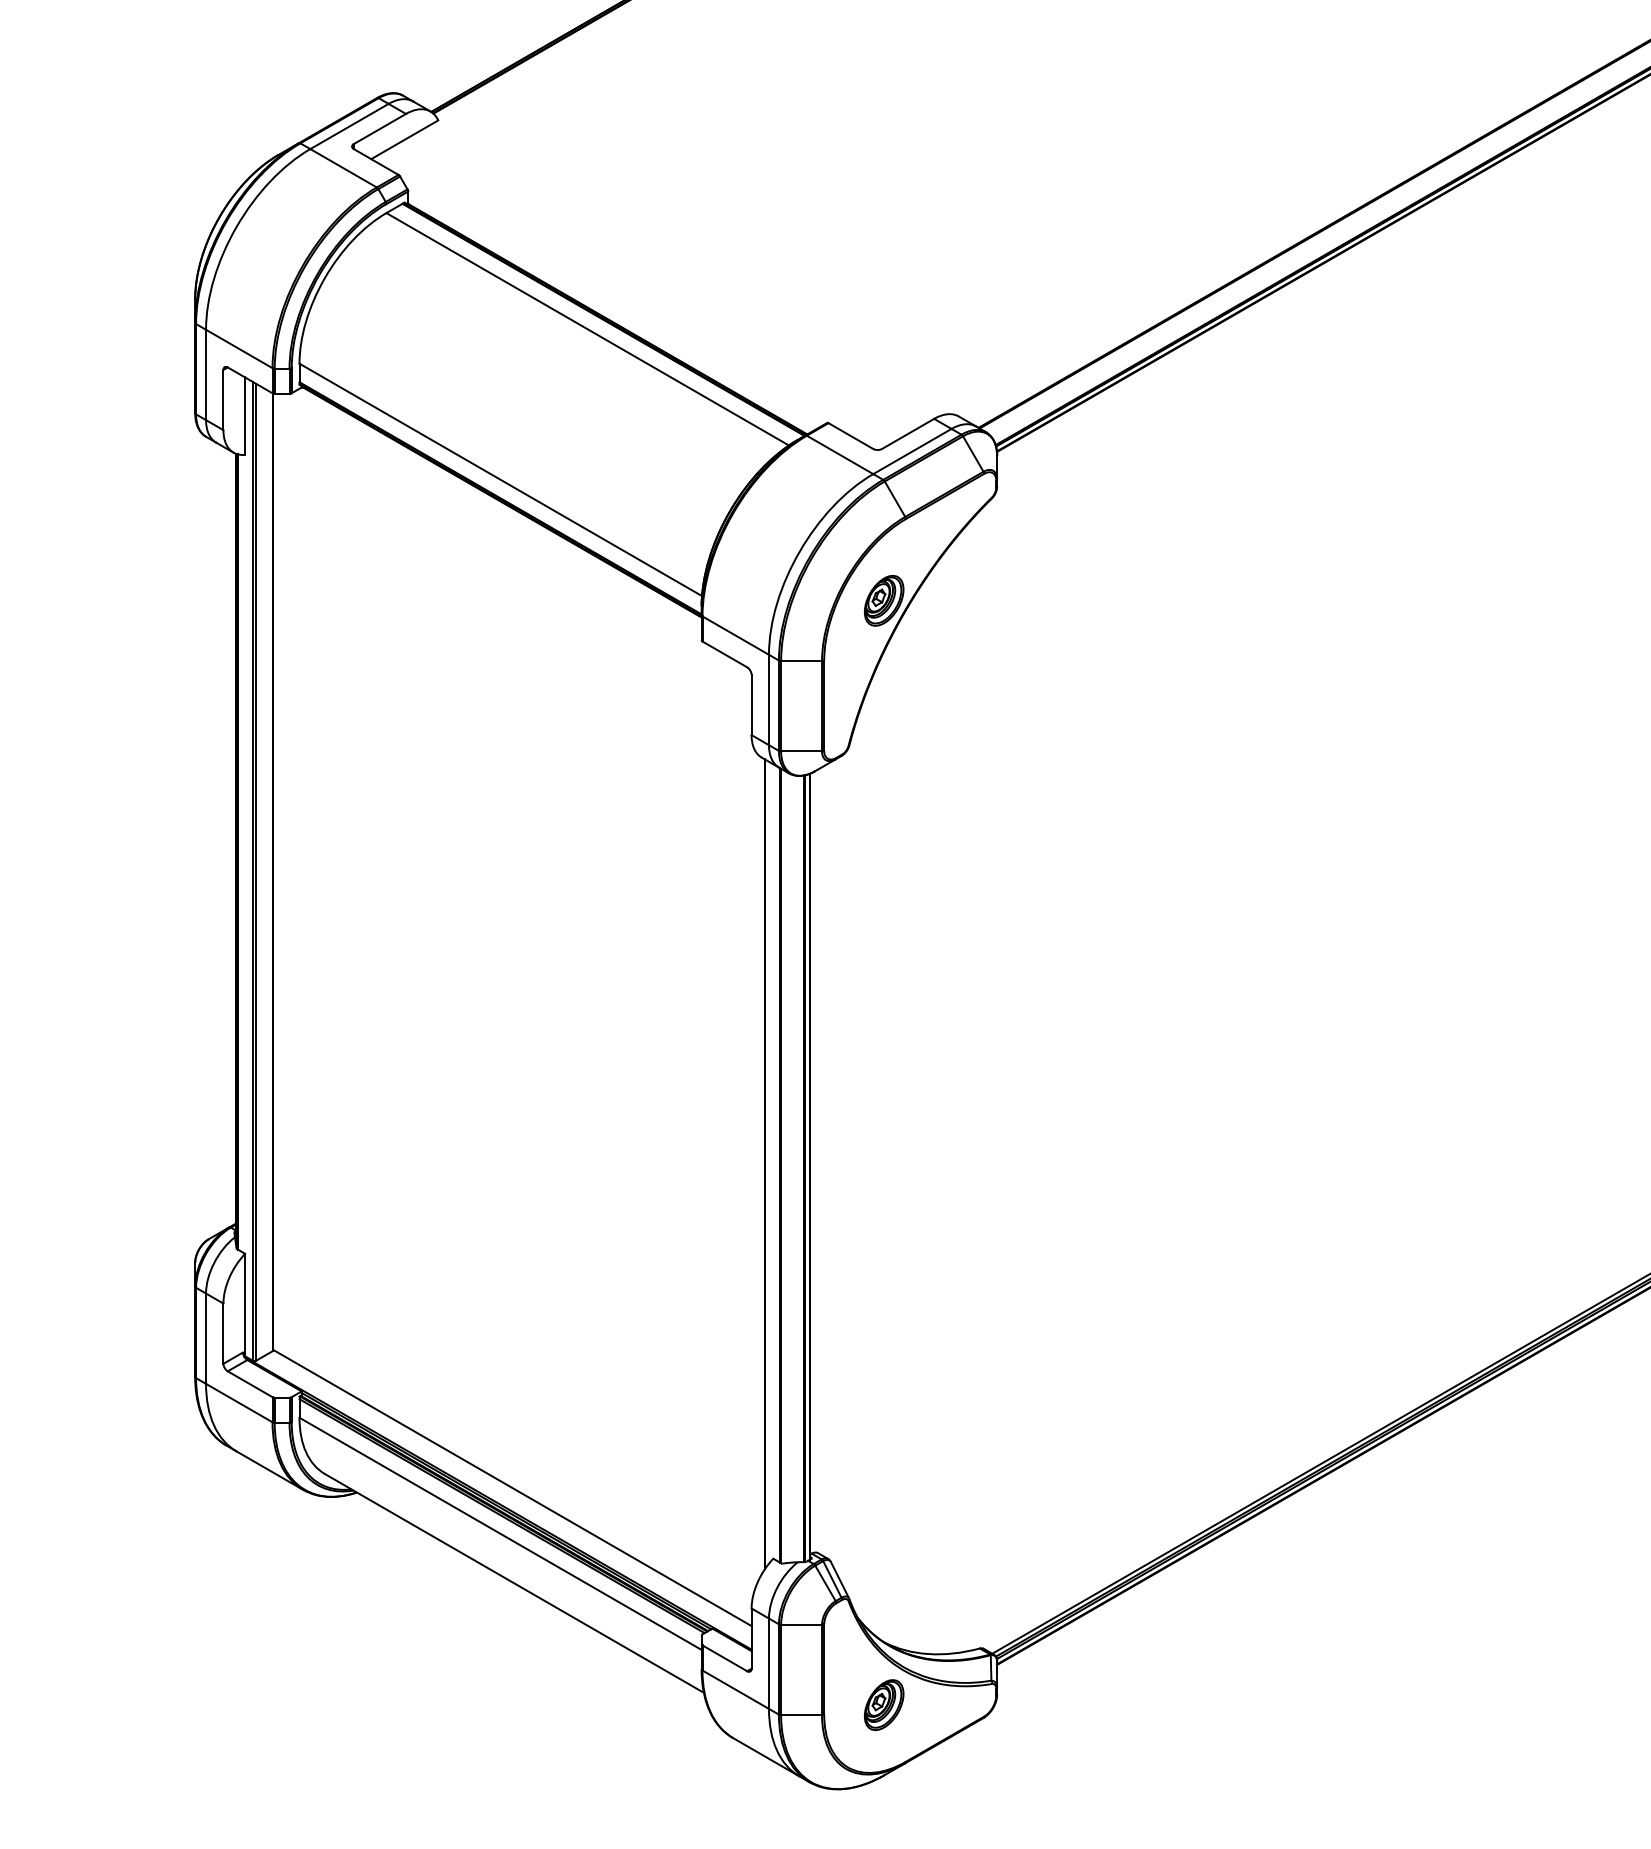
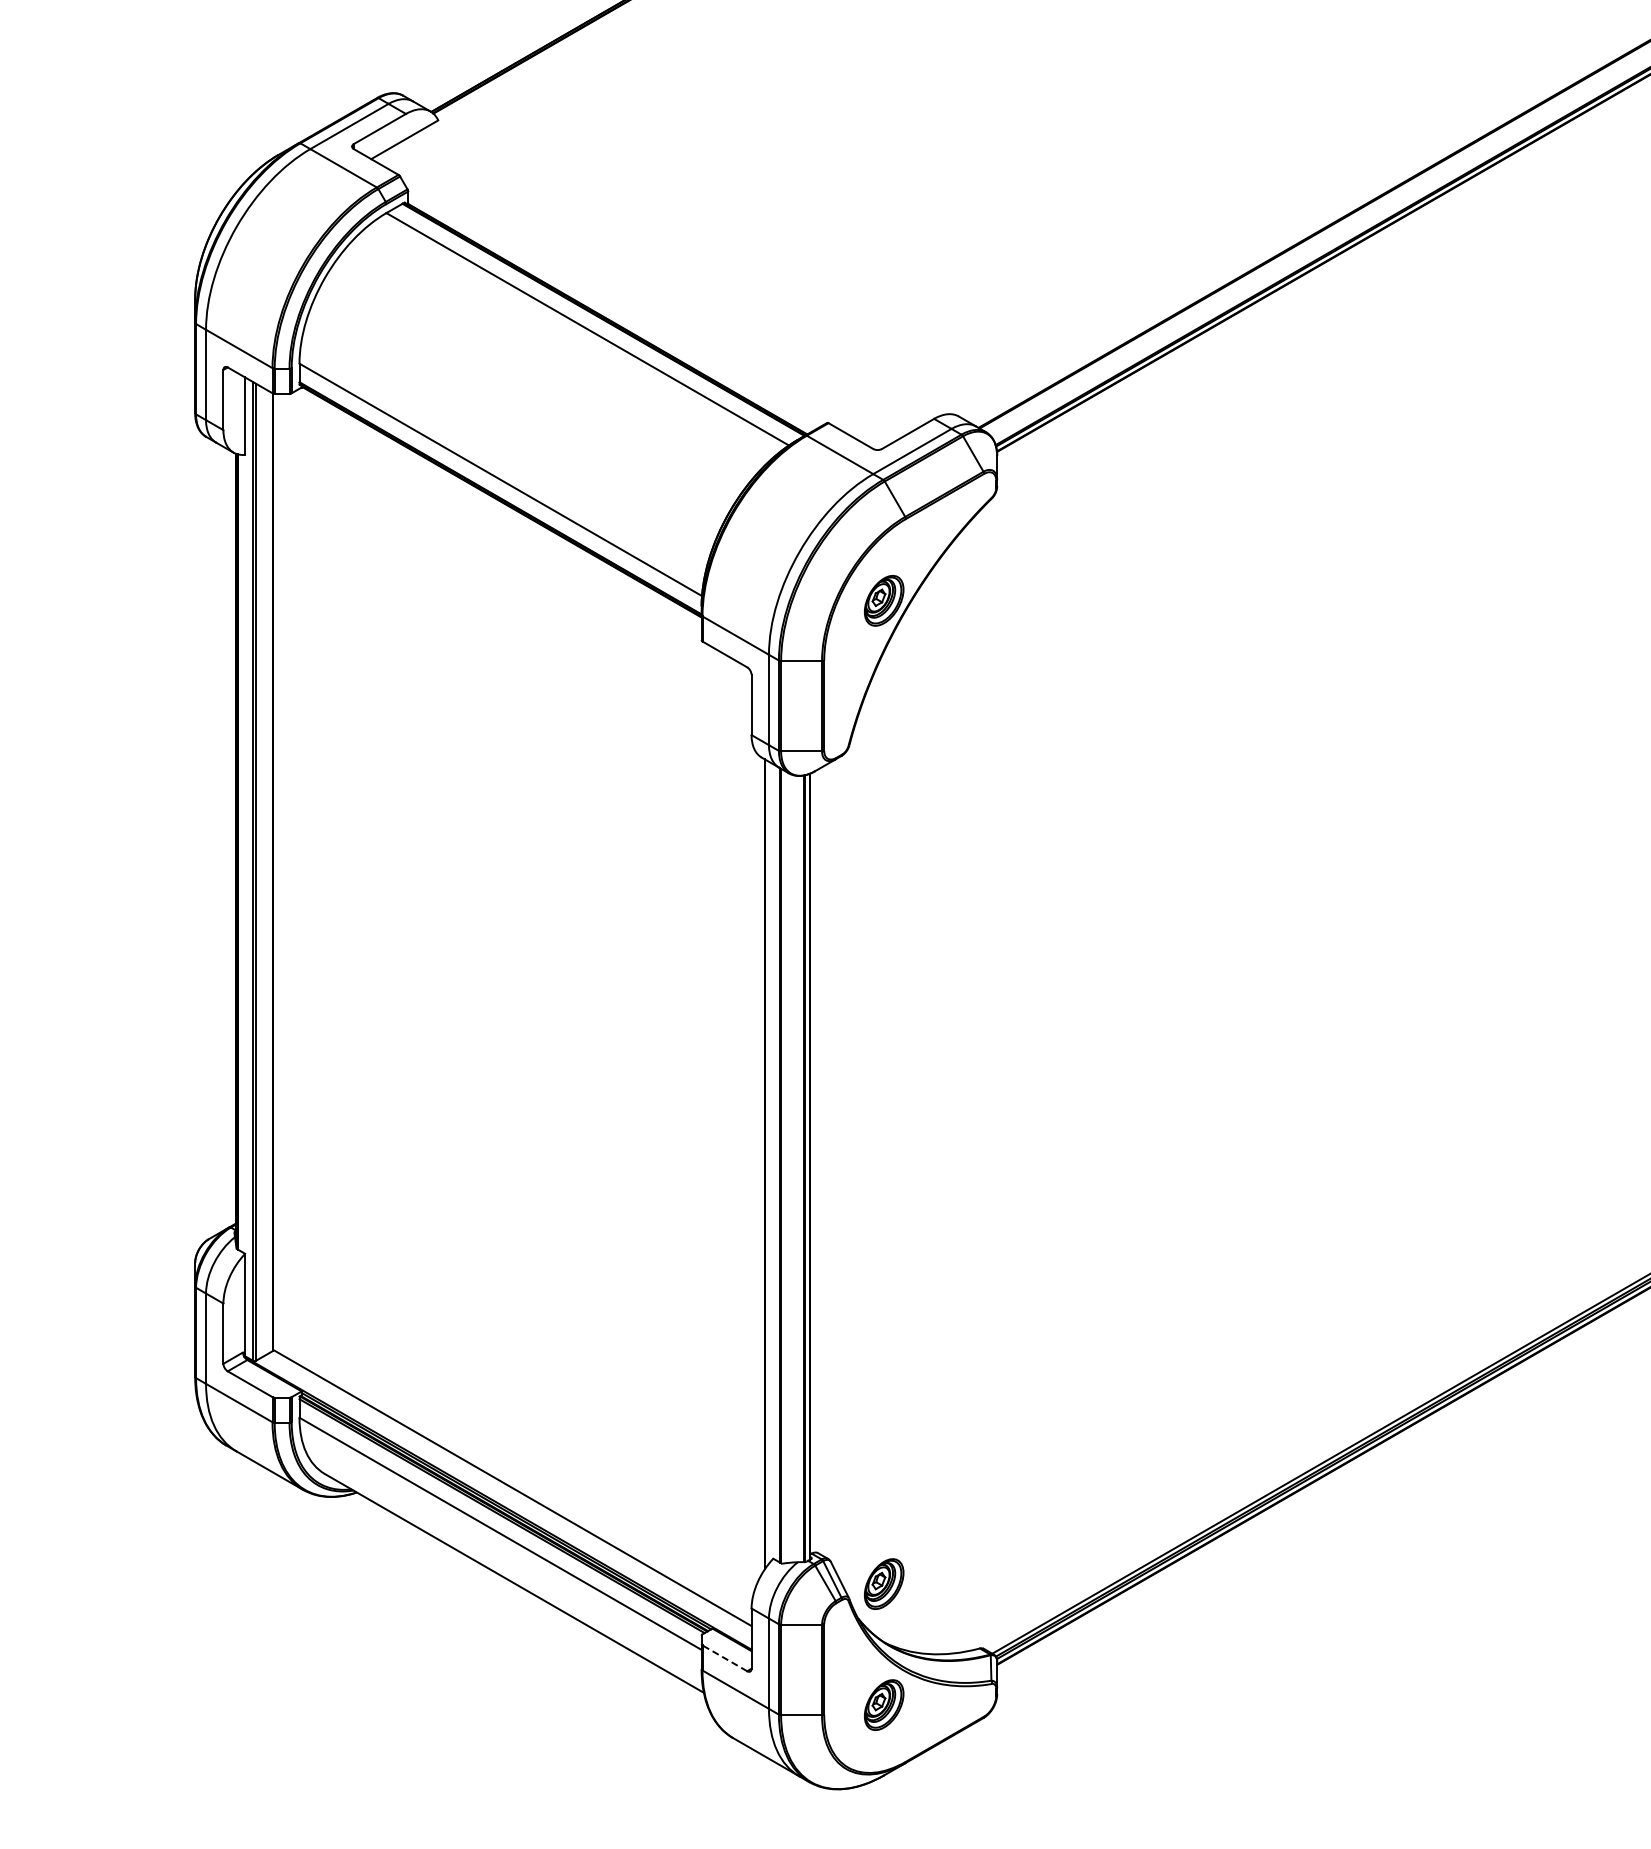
part at (884, 1583): none -> present
line at (724, 1658): solid -> dashed
